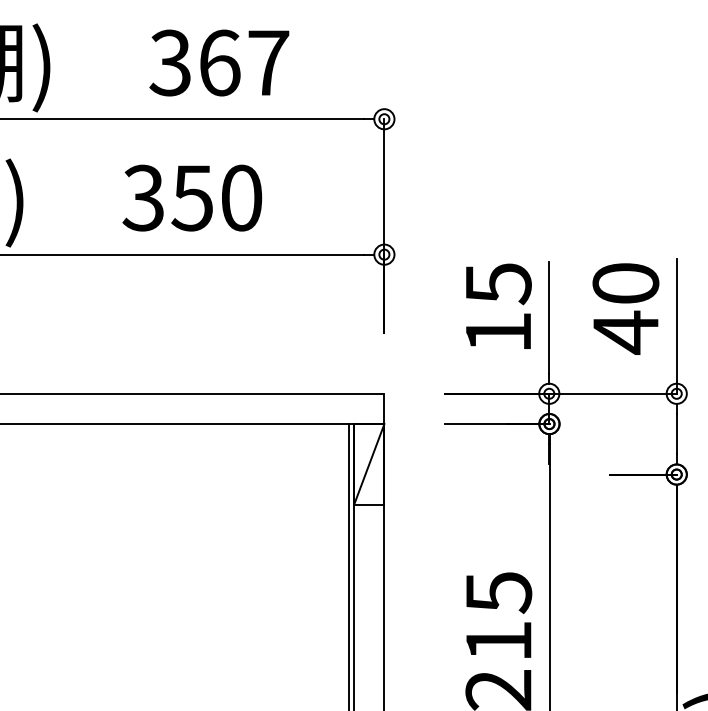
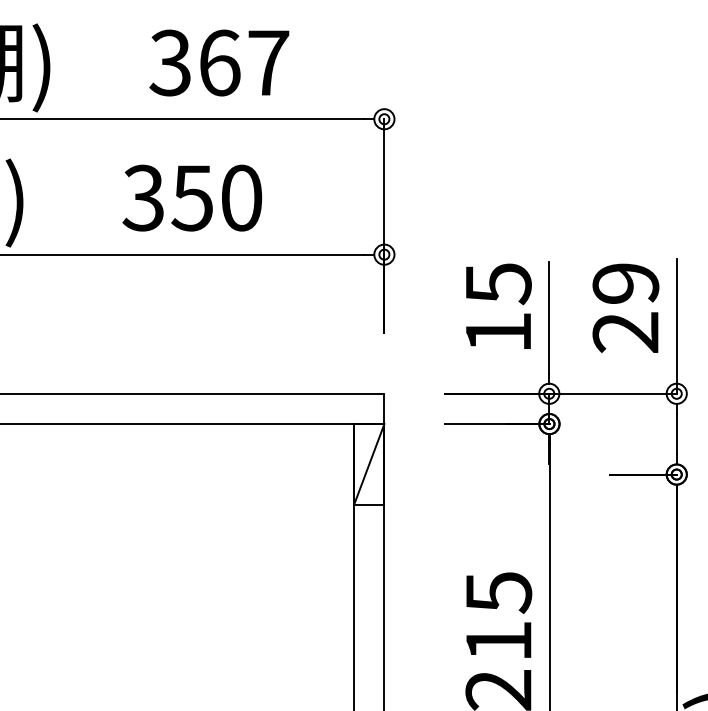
text at (625, 308): 40 -> 29
line at (349, 565): present -> none
